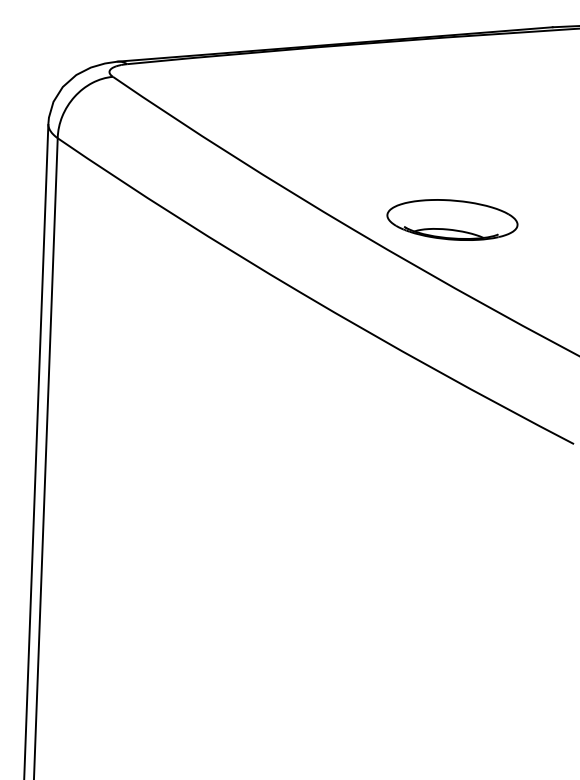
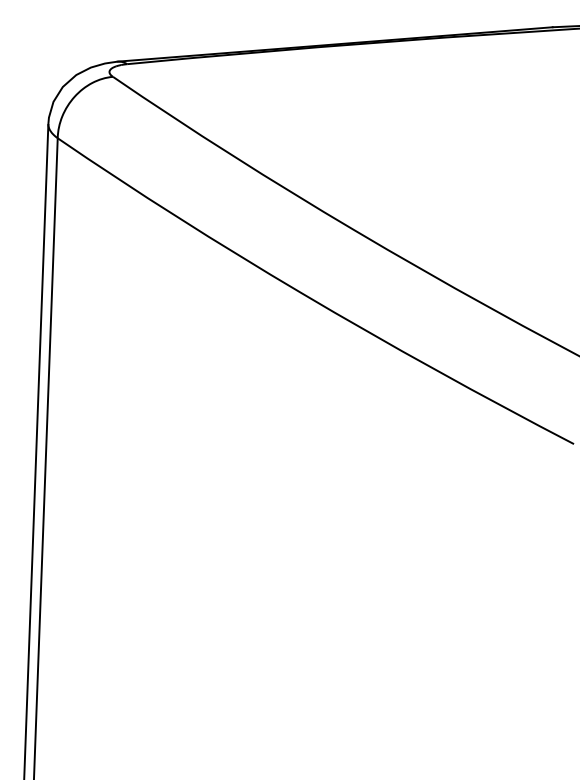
part at (452, 219): present -> none
